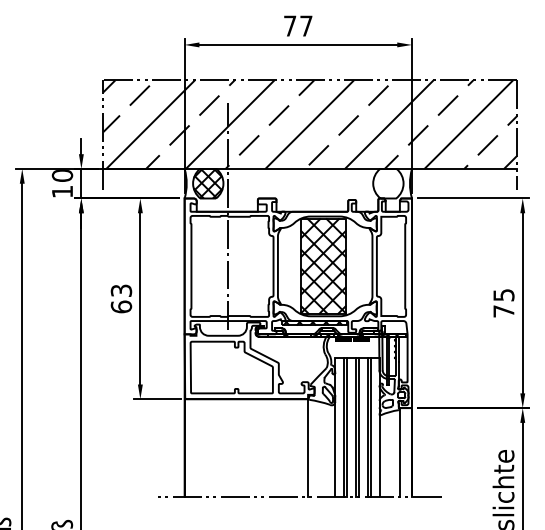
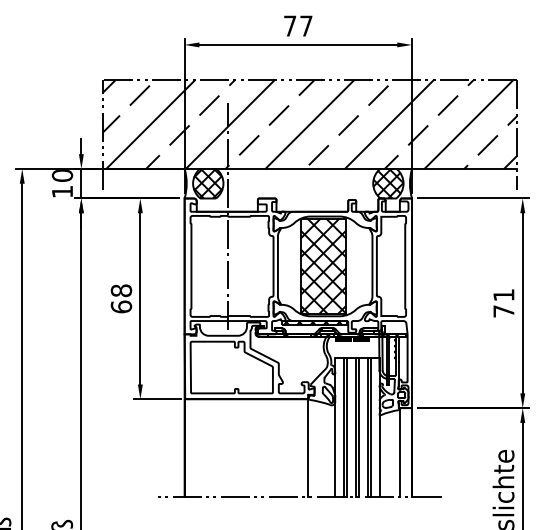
hatch at (388, 183): none -> present
text at (121, 290): 63 -> 68
text at (503, 295): 75 -> 71
